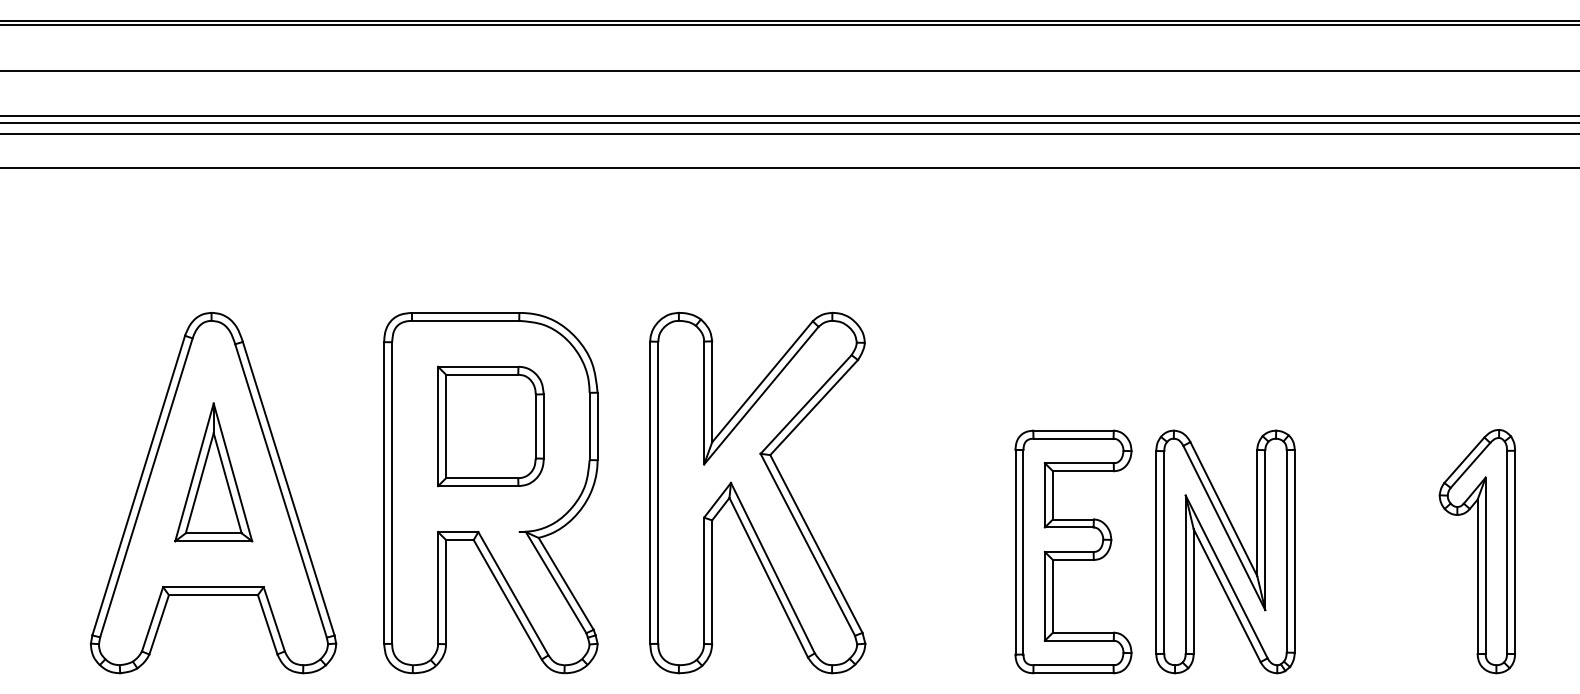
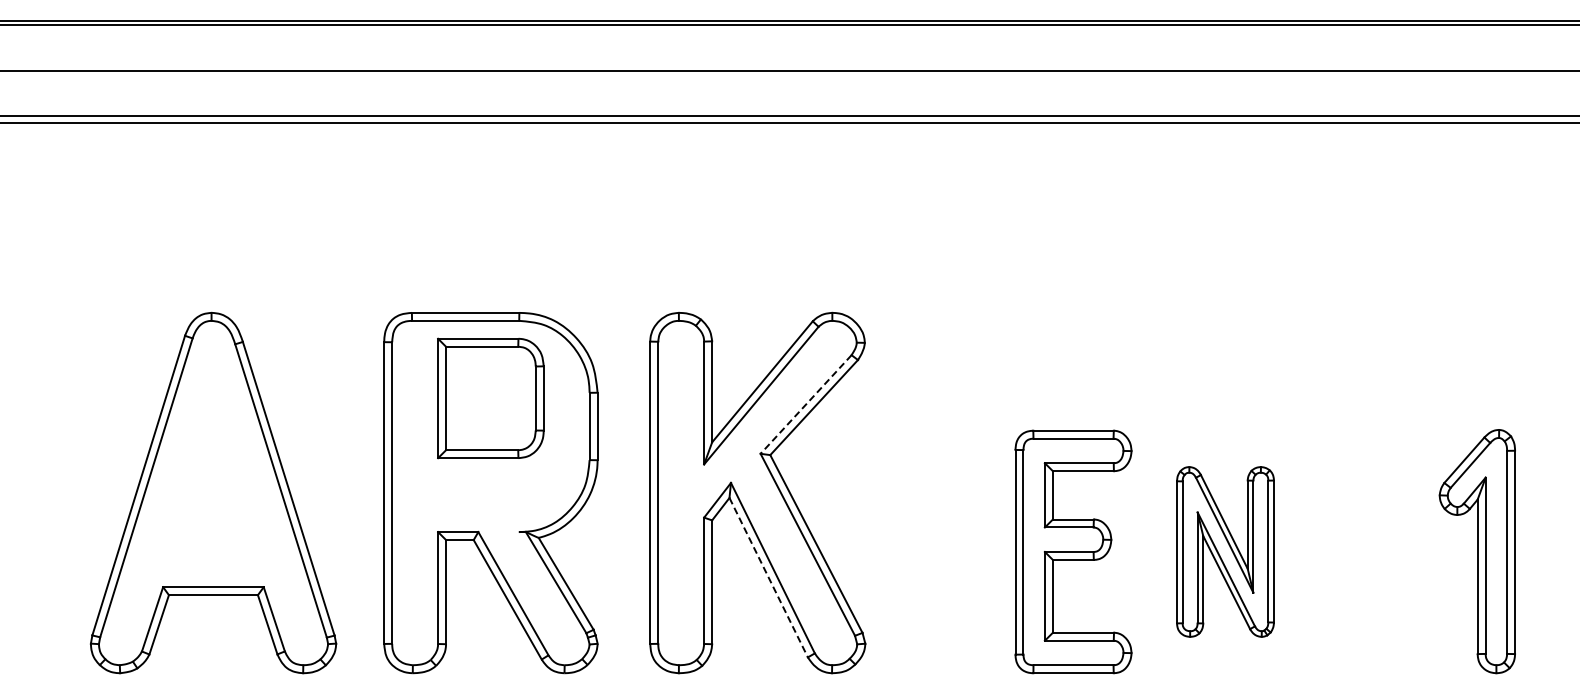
line at (789, 133): present -> none
line at (789, 167): present -> none
line at (805, 404): solid -> dashed
part at (490, 426) position: (490, 426) -> (490, 398)
part at (213, 472): present -> none
part at (1225, 551) size: 141x246 px -> 99x172 px
line at (768, 577): solid -> dashed
